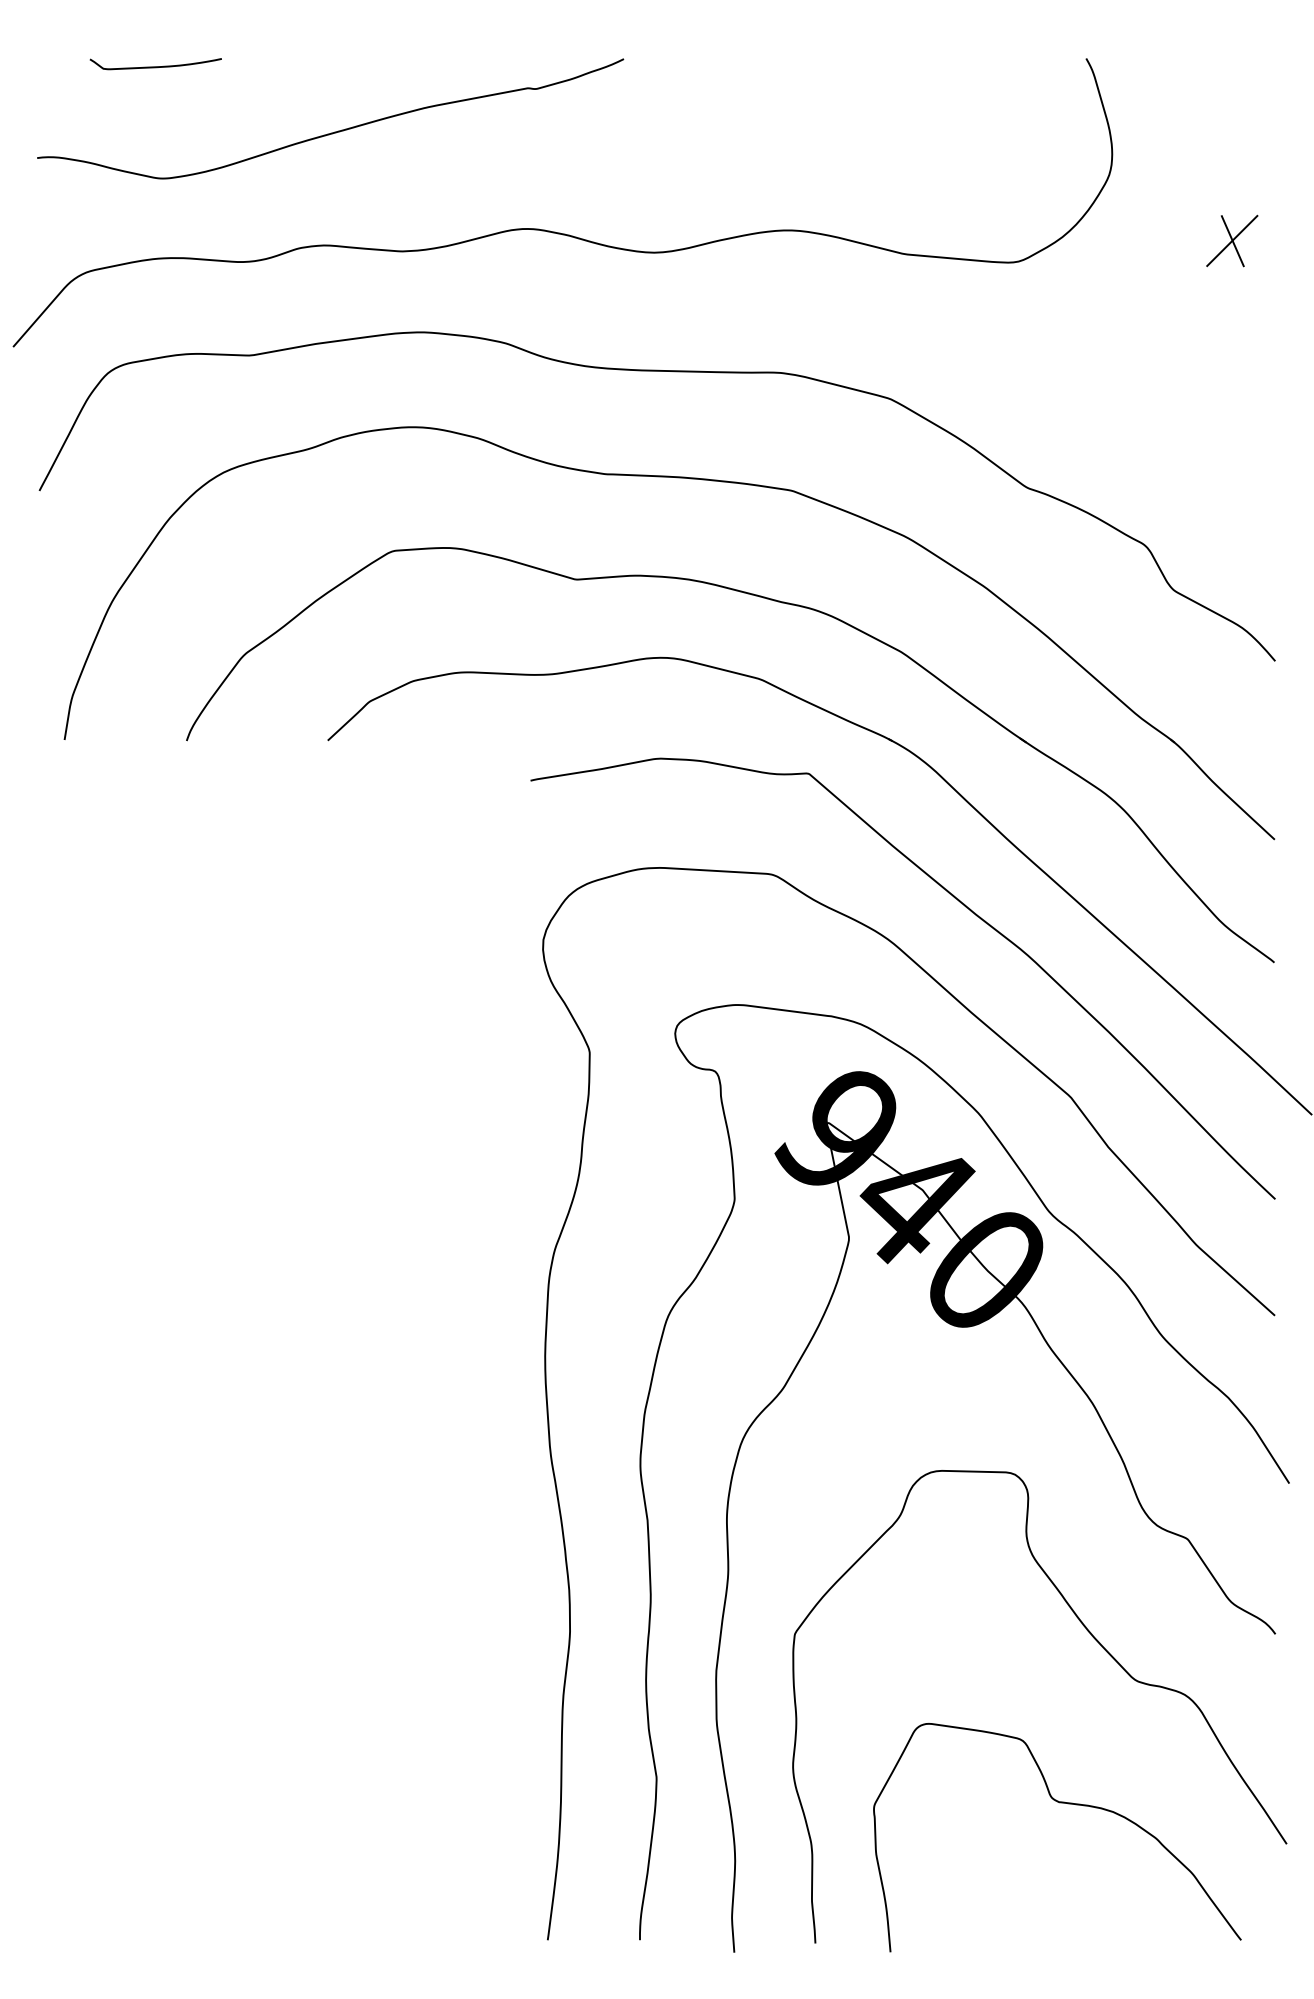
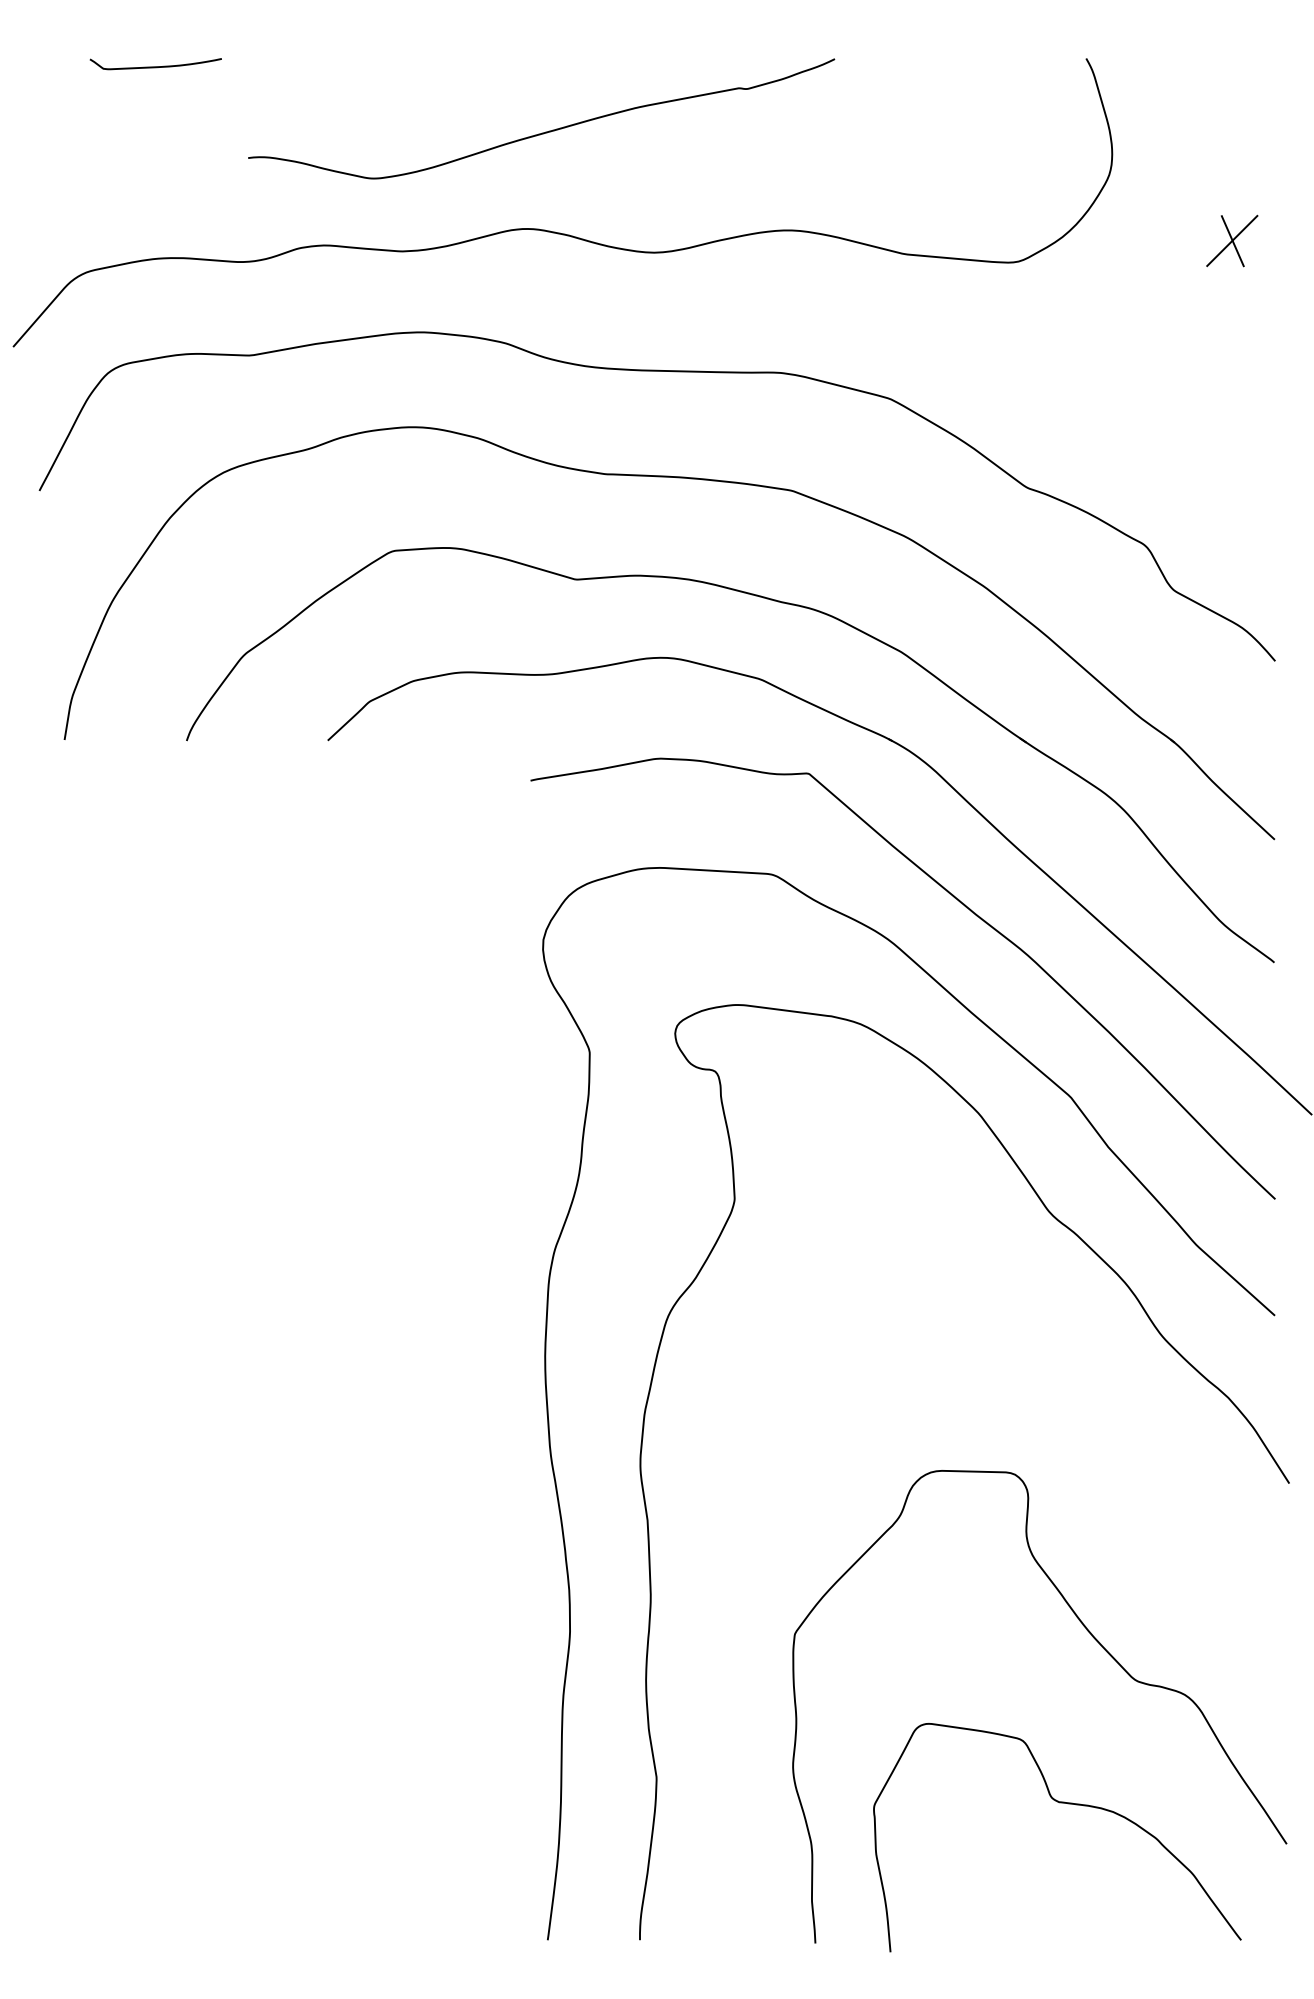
curve at (334, 131) position: (334, 131) -> (545, 131)
part at (1113, 1445): present -> none
